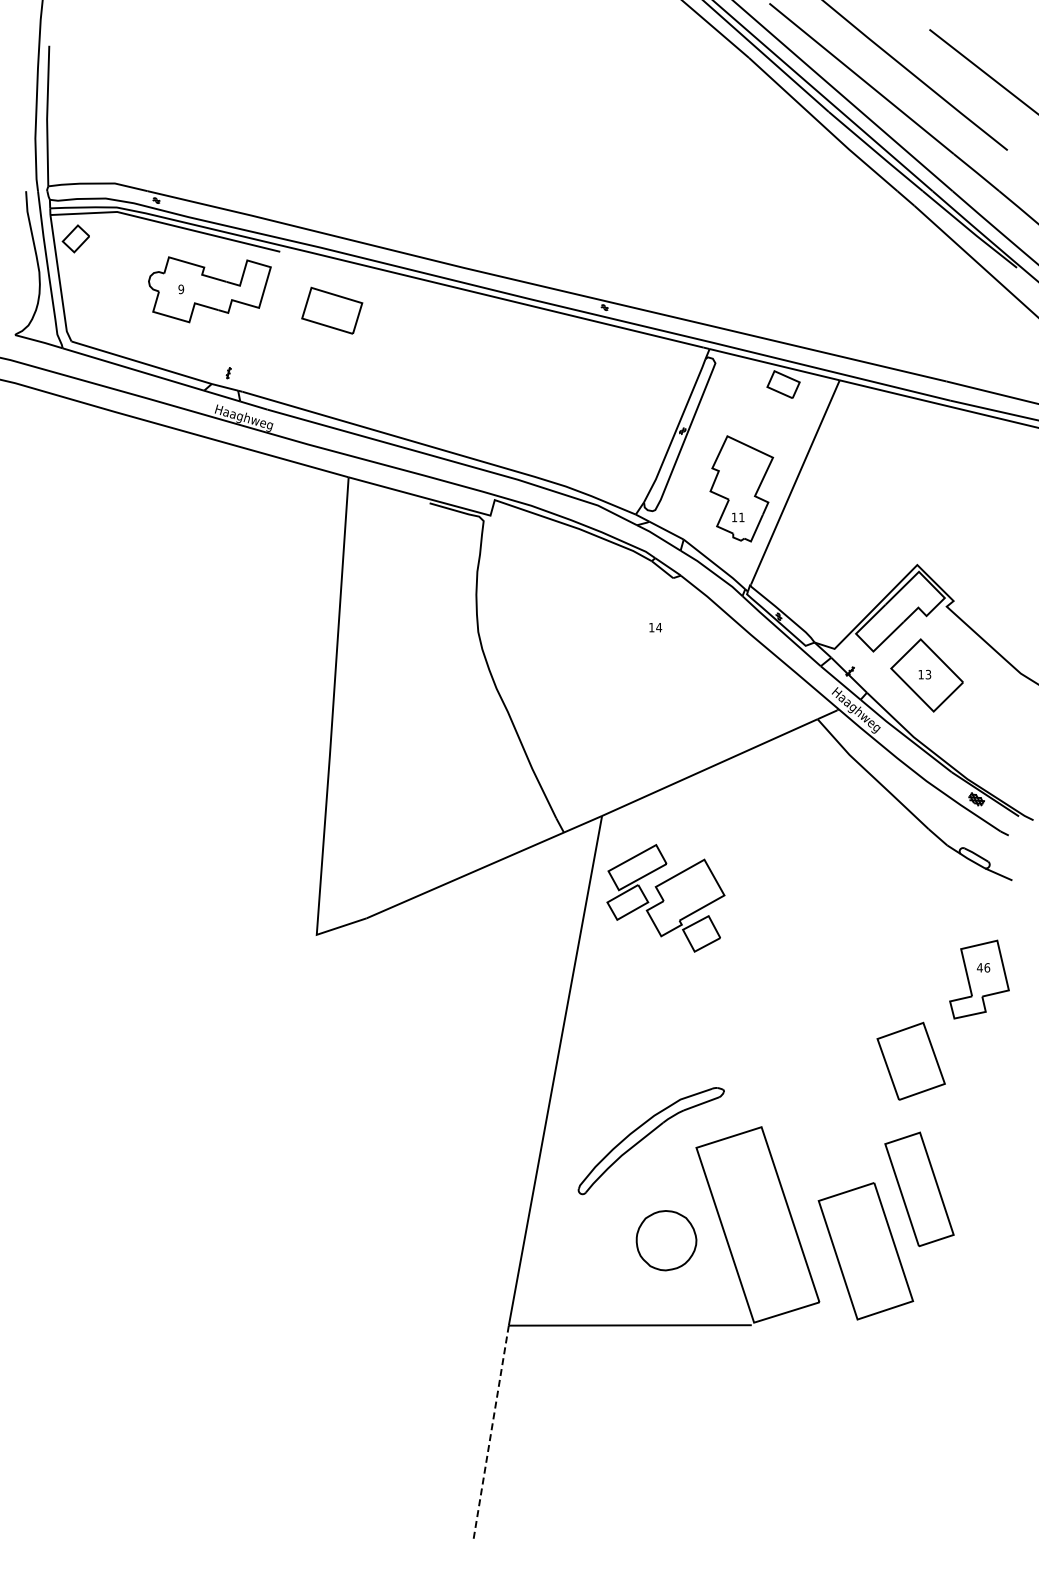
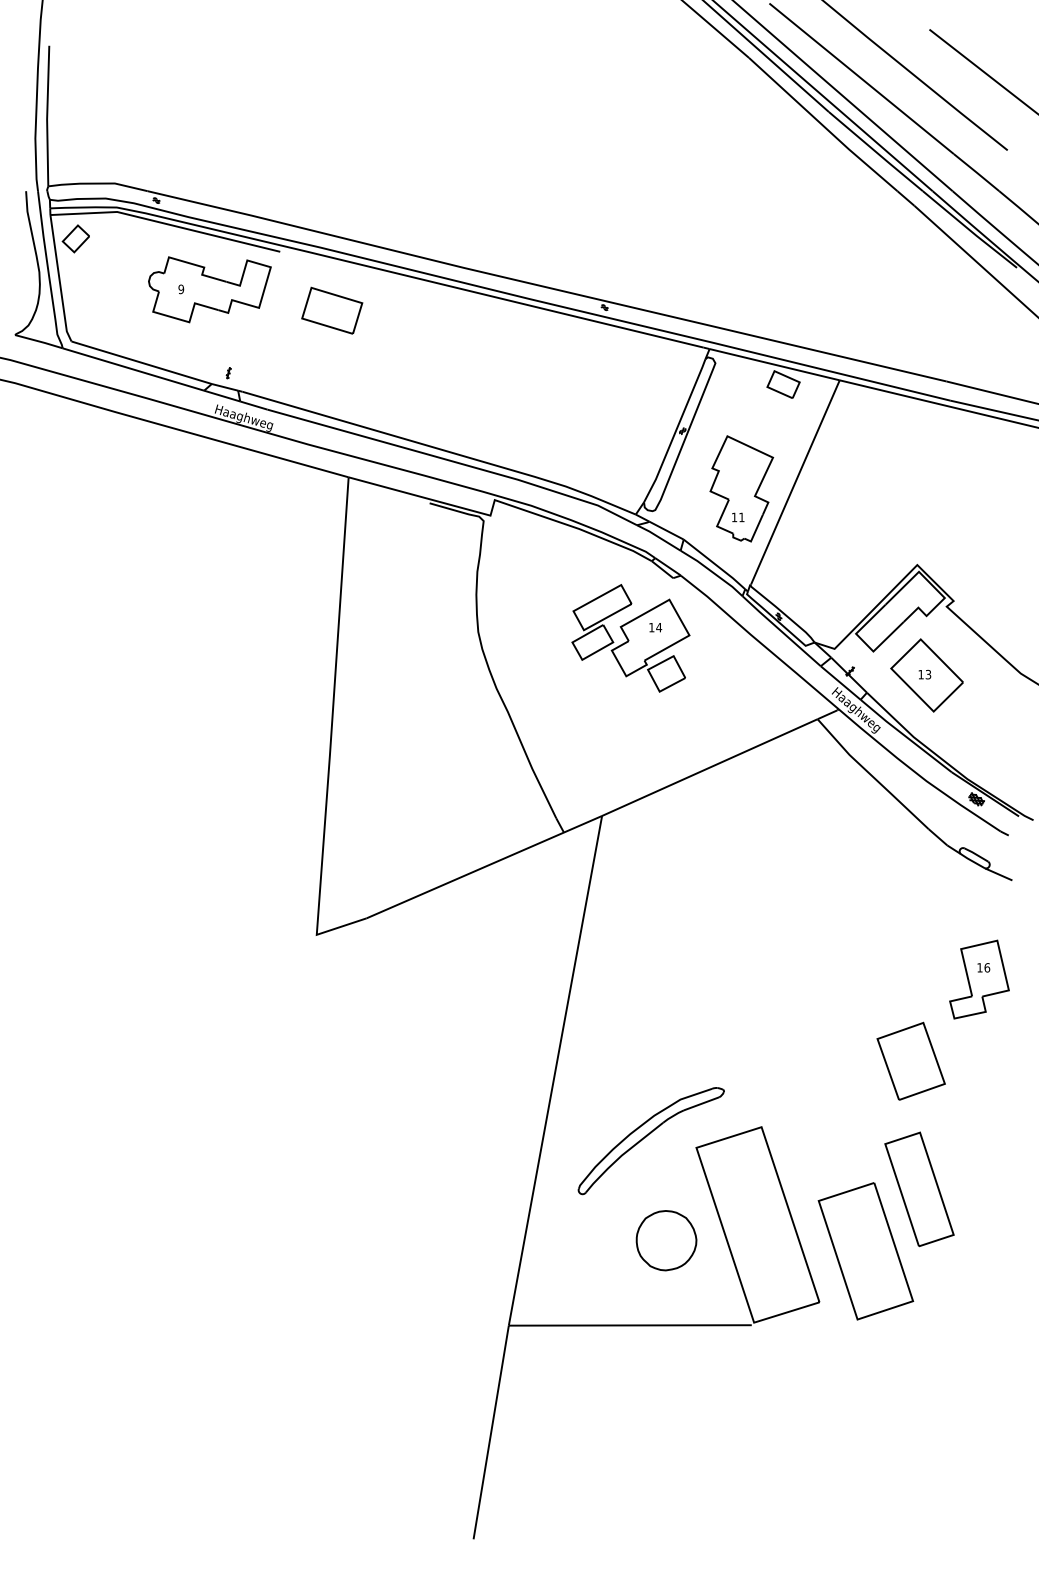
part at (665, 898) position: (665, 898) -> (630, 638)
text at (979, 967): 46 -> 16
line at (491, 1432): dashed -> solid
